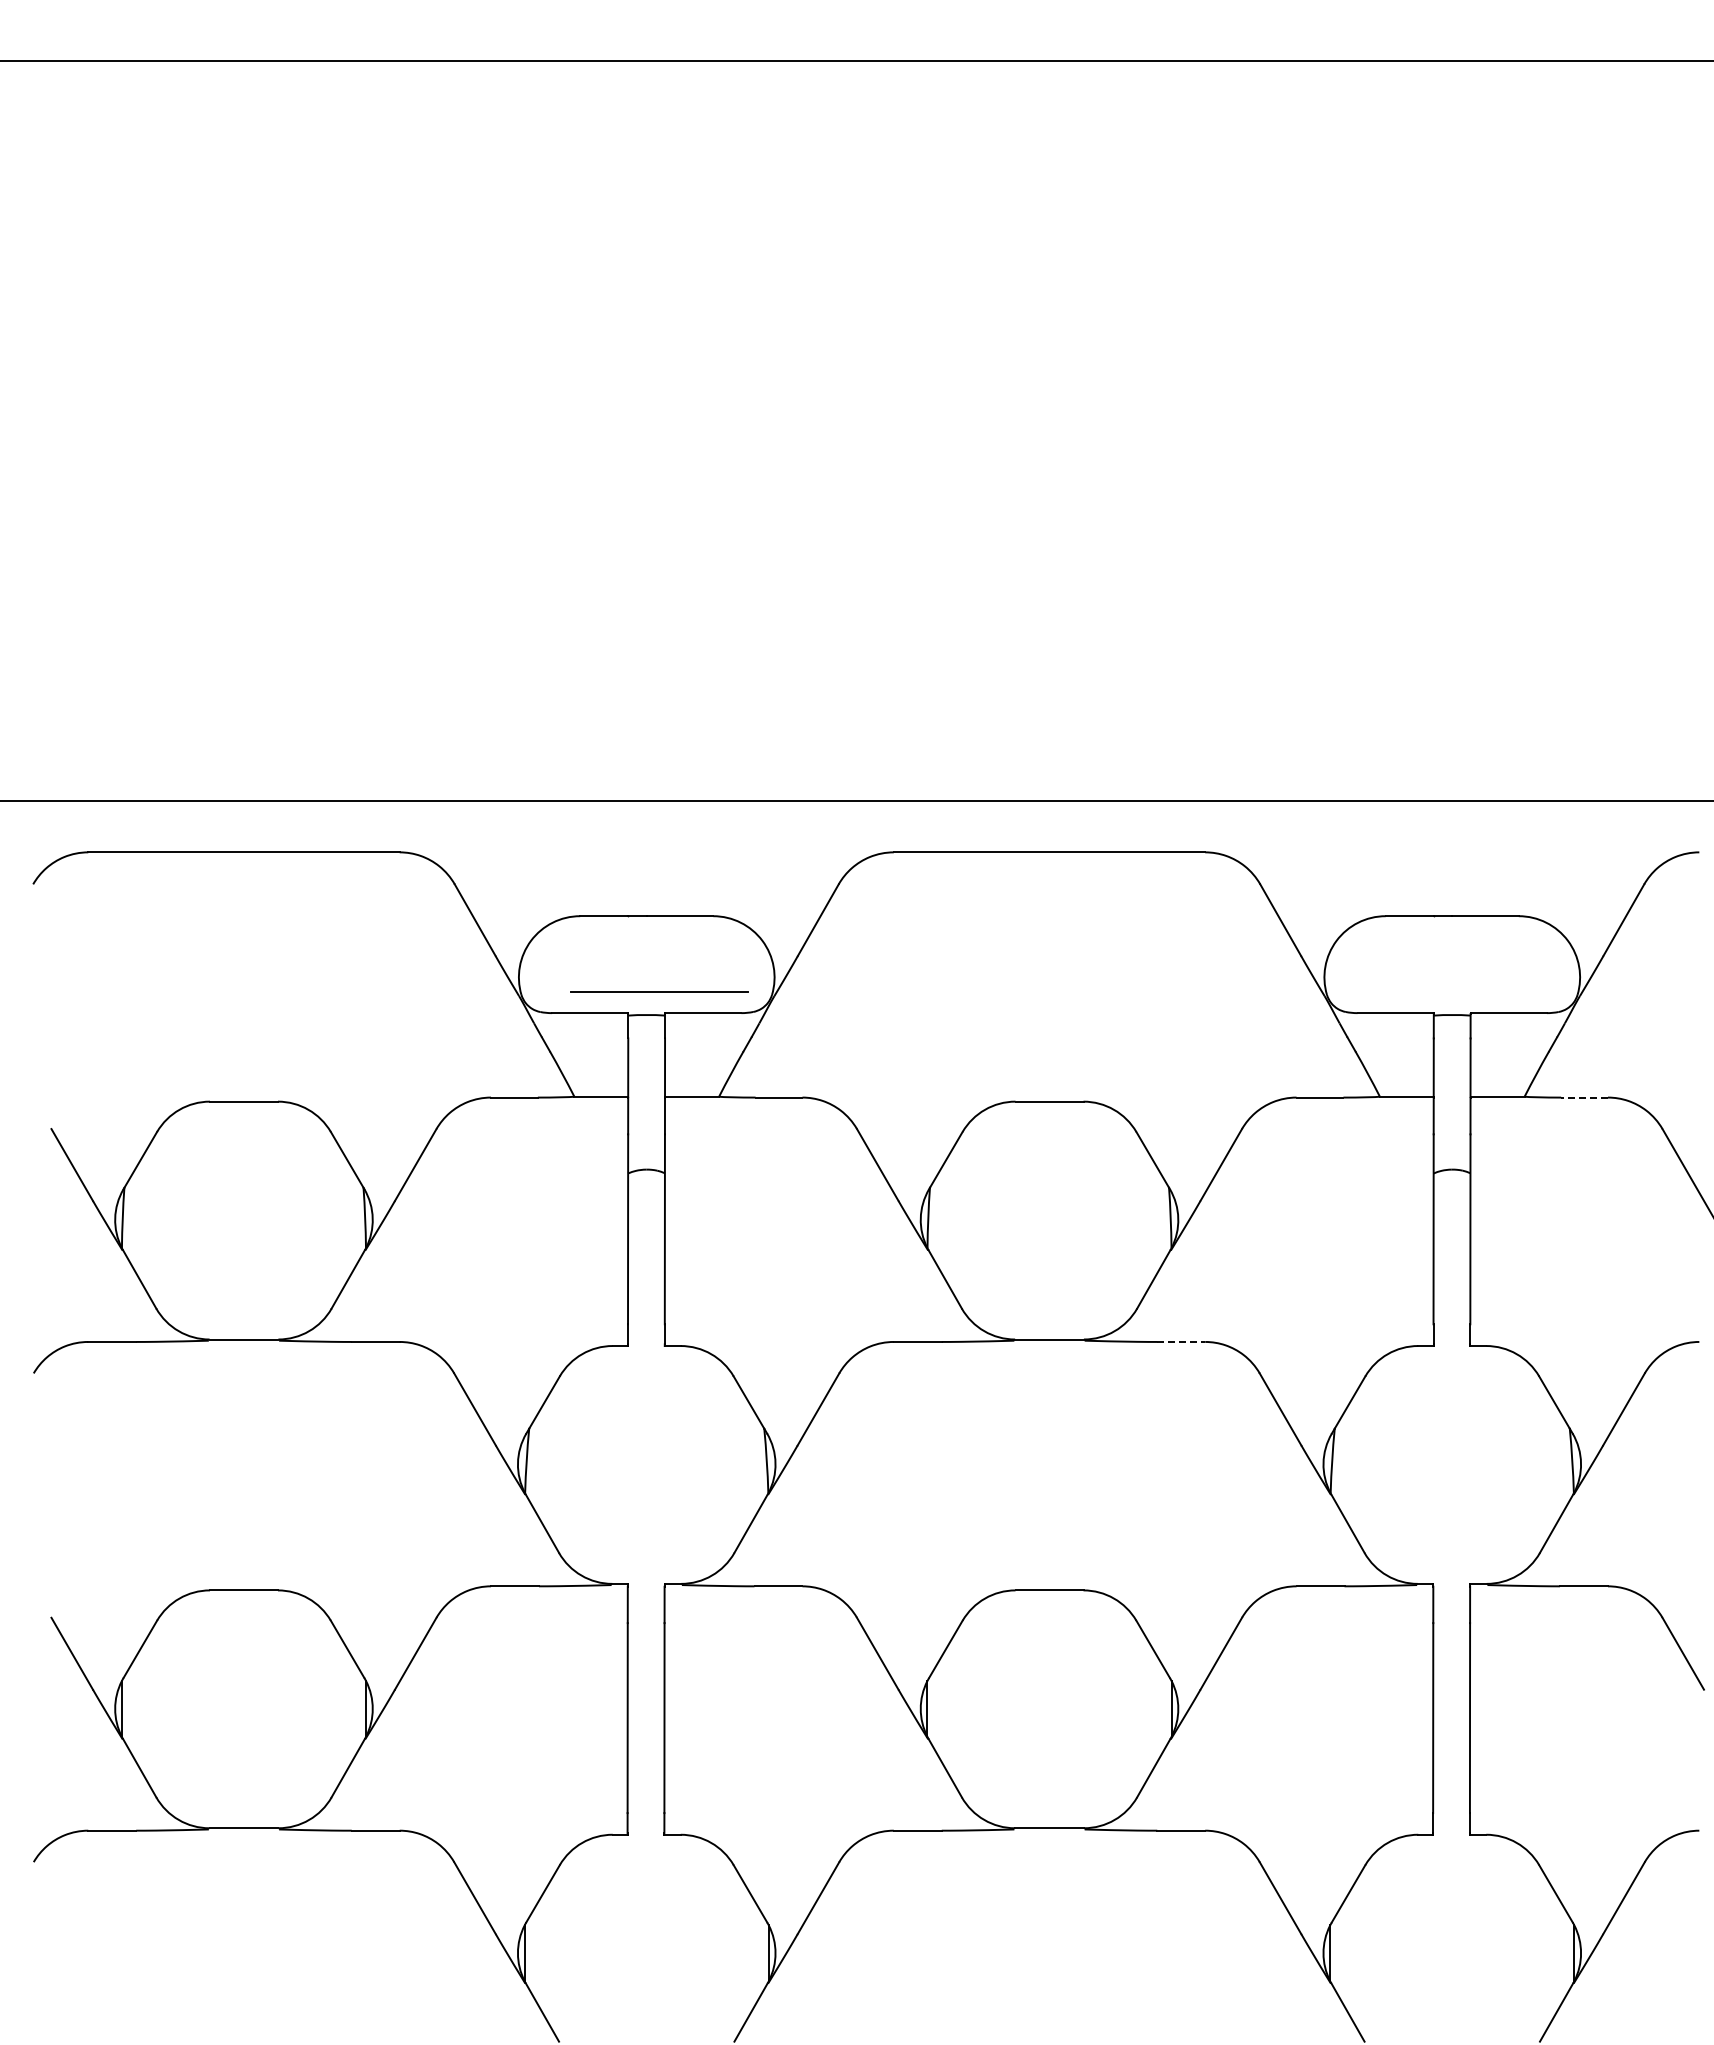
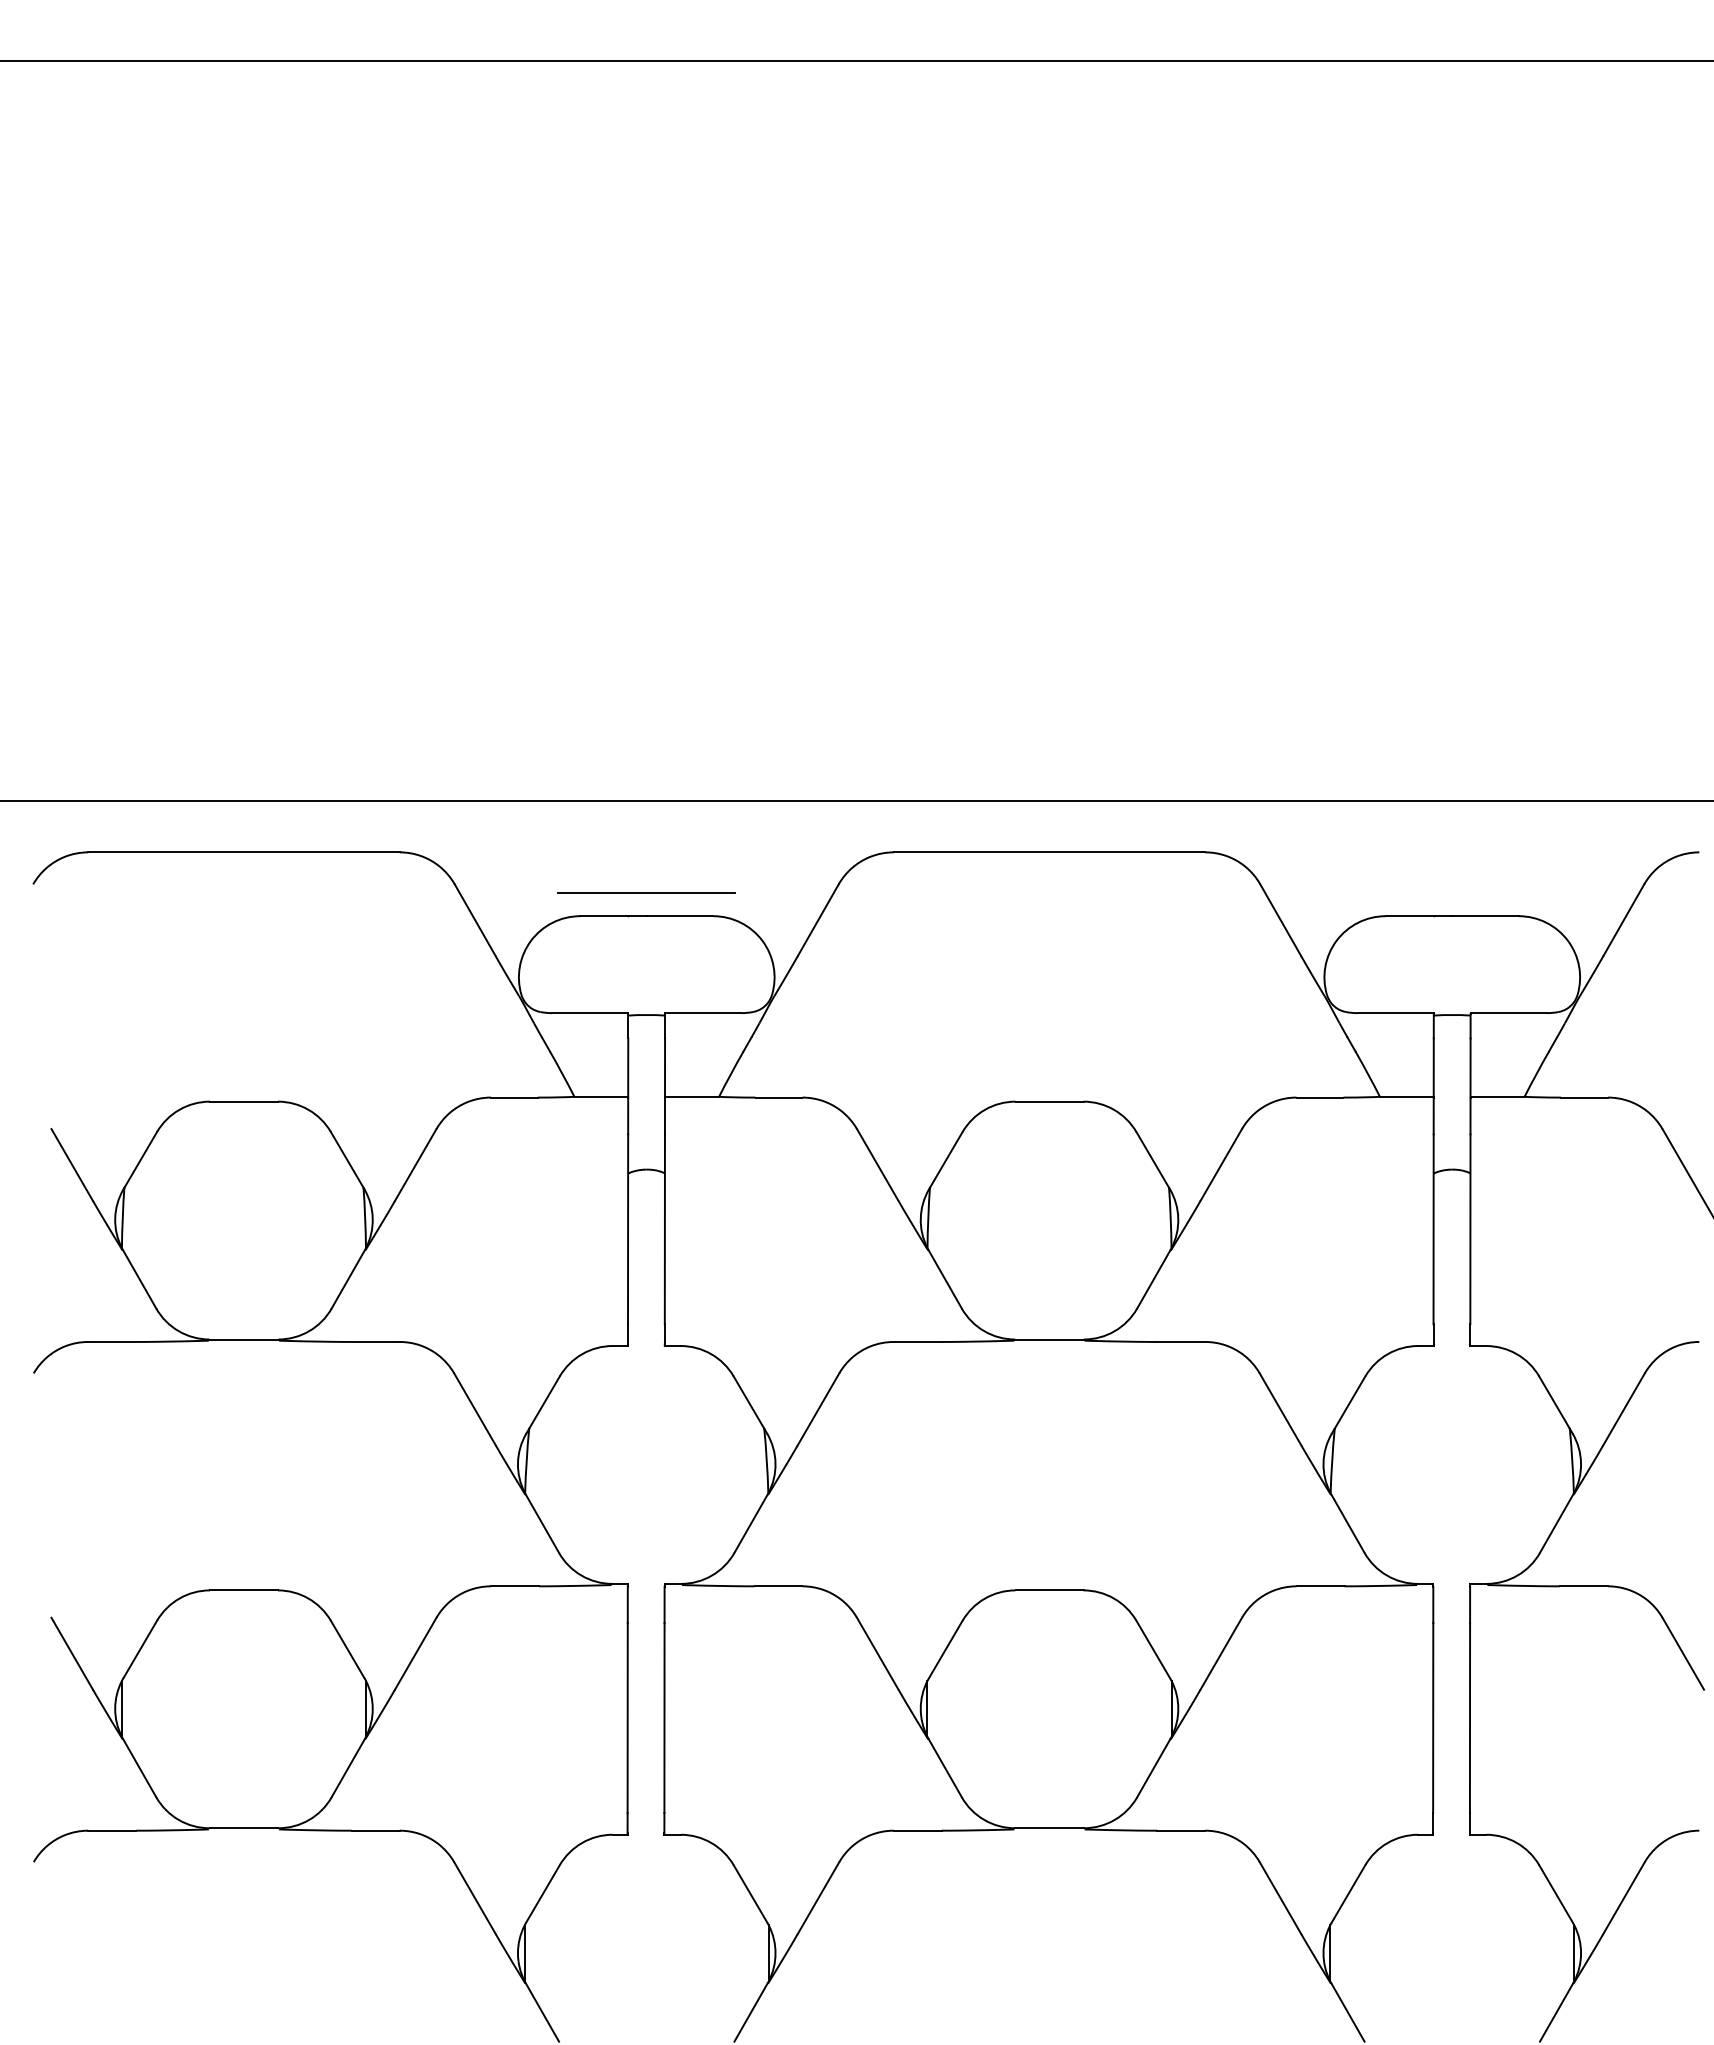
line at (659, 991) position: (659, 991) -> (646, 892)
line at (1584, 1097): dashed -> solid
line at (1181, 1341): dashed -> solid
